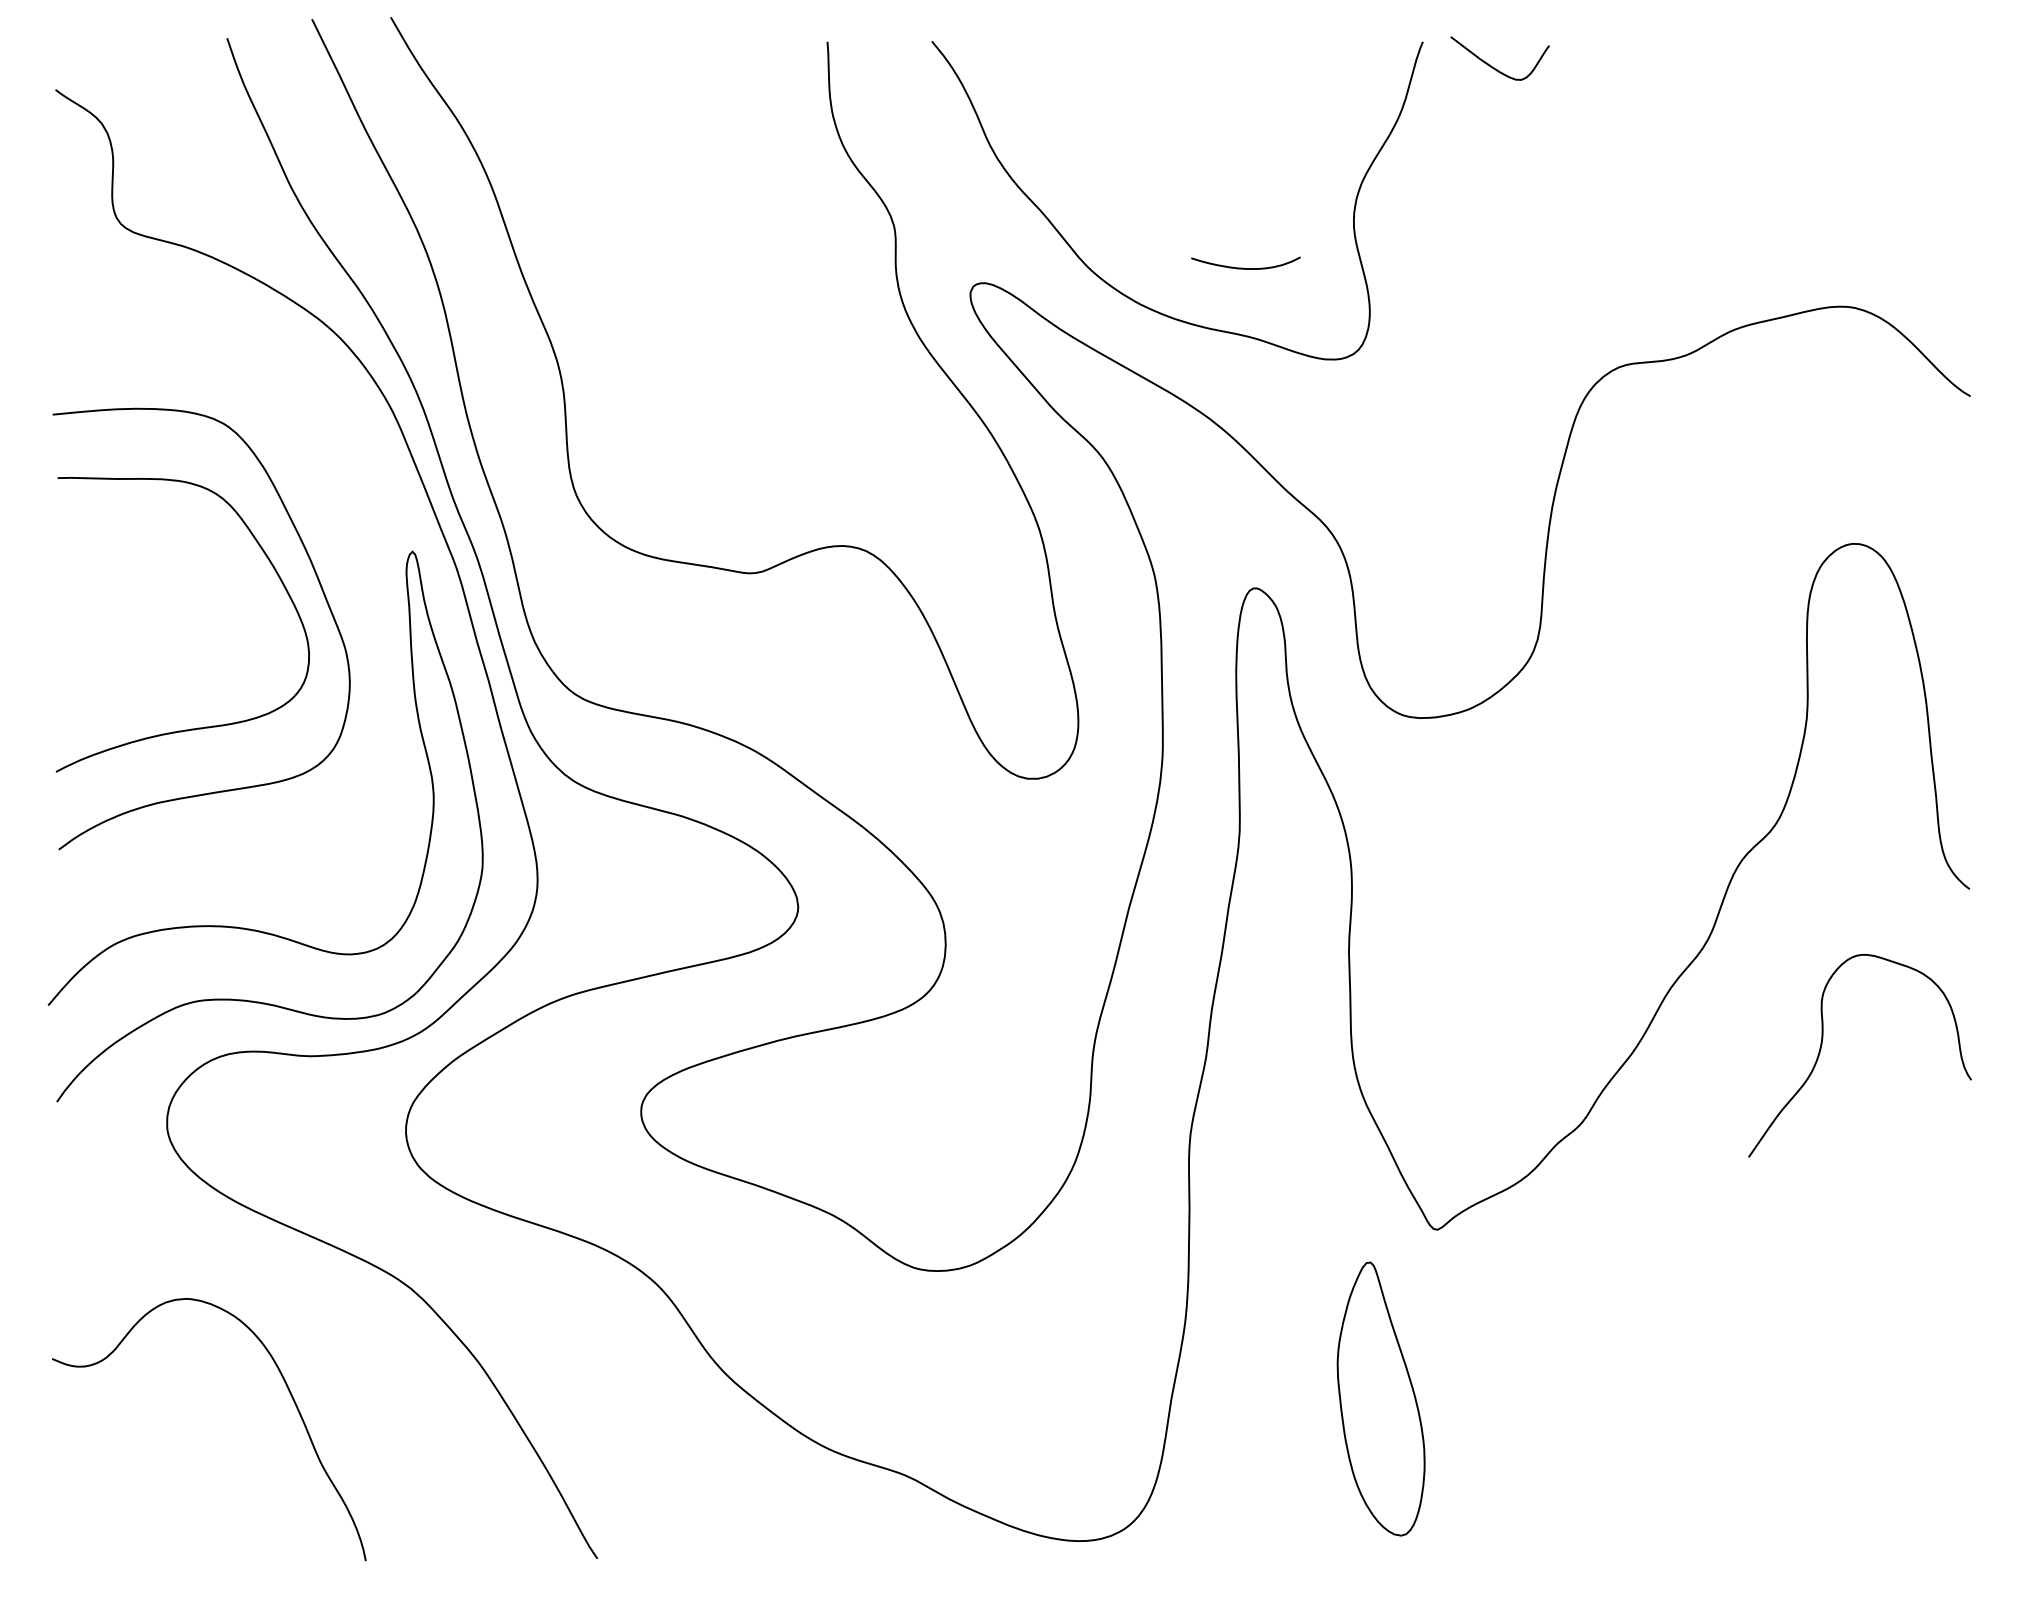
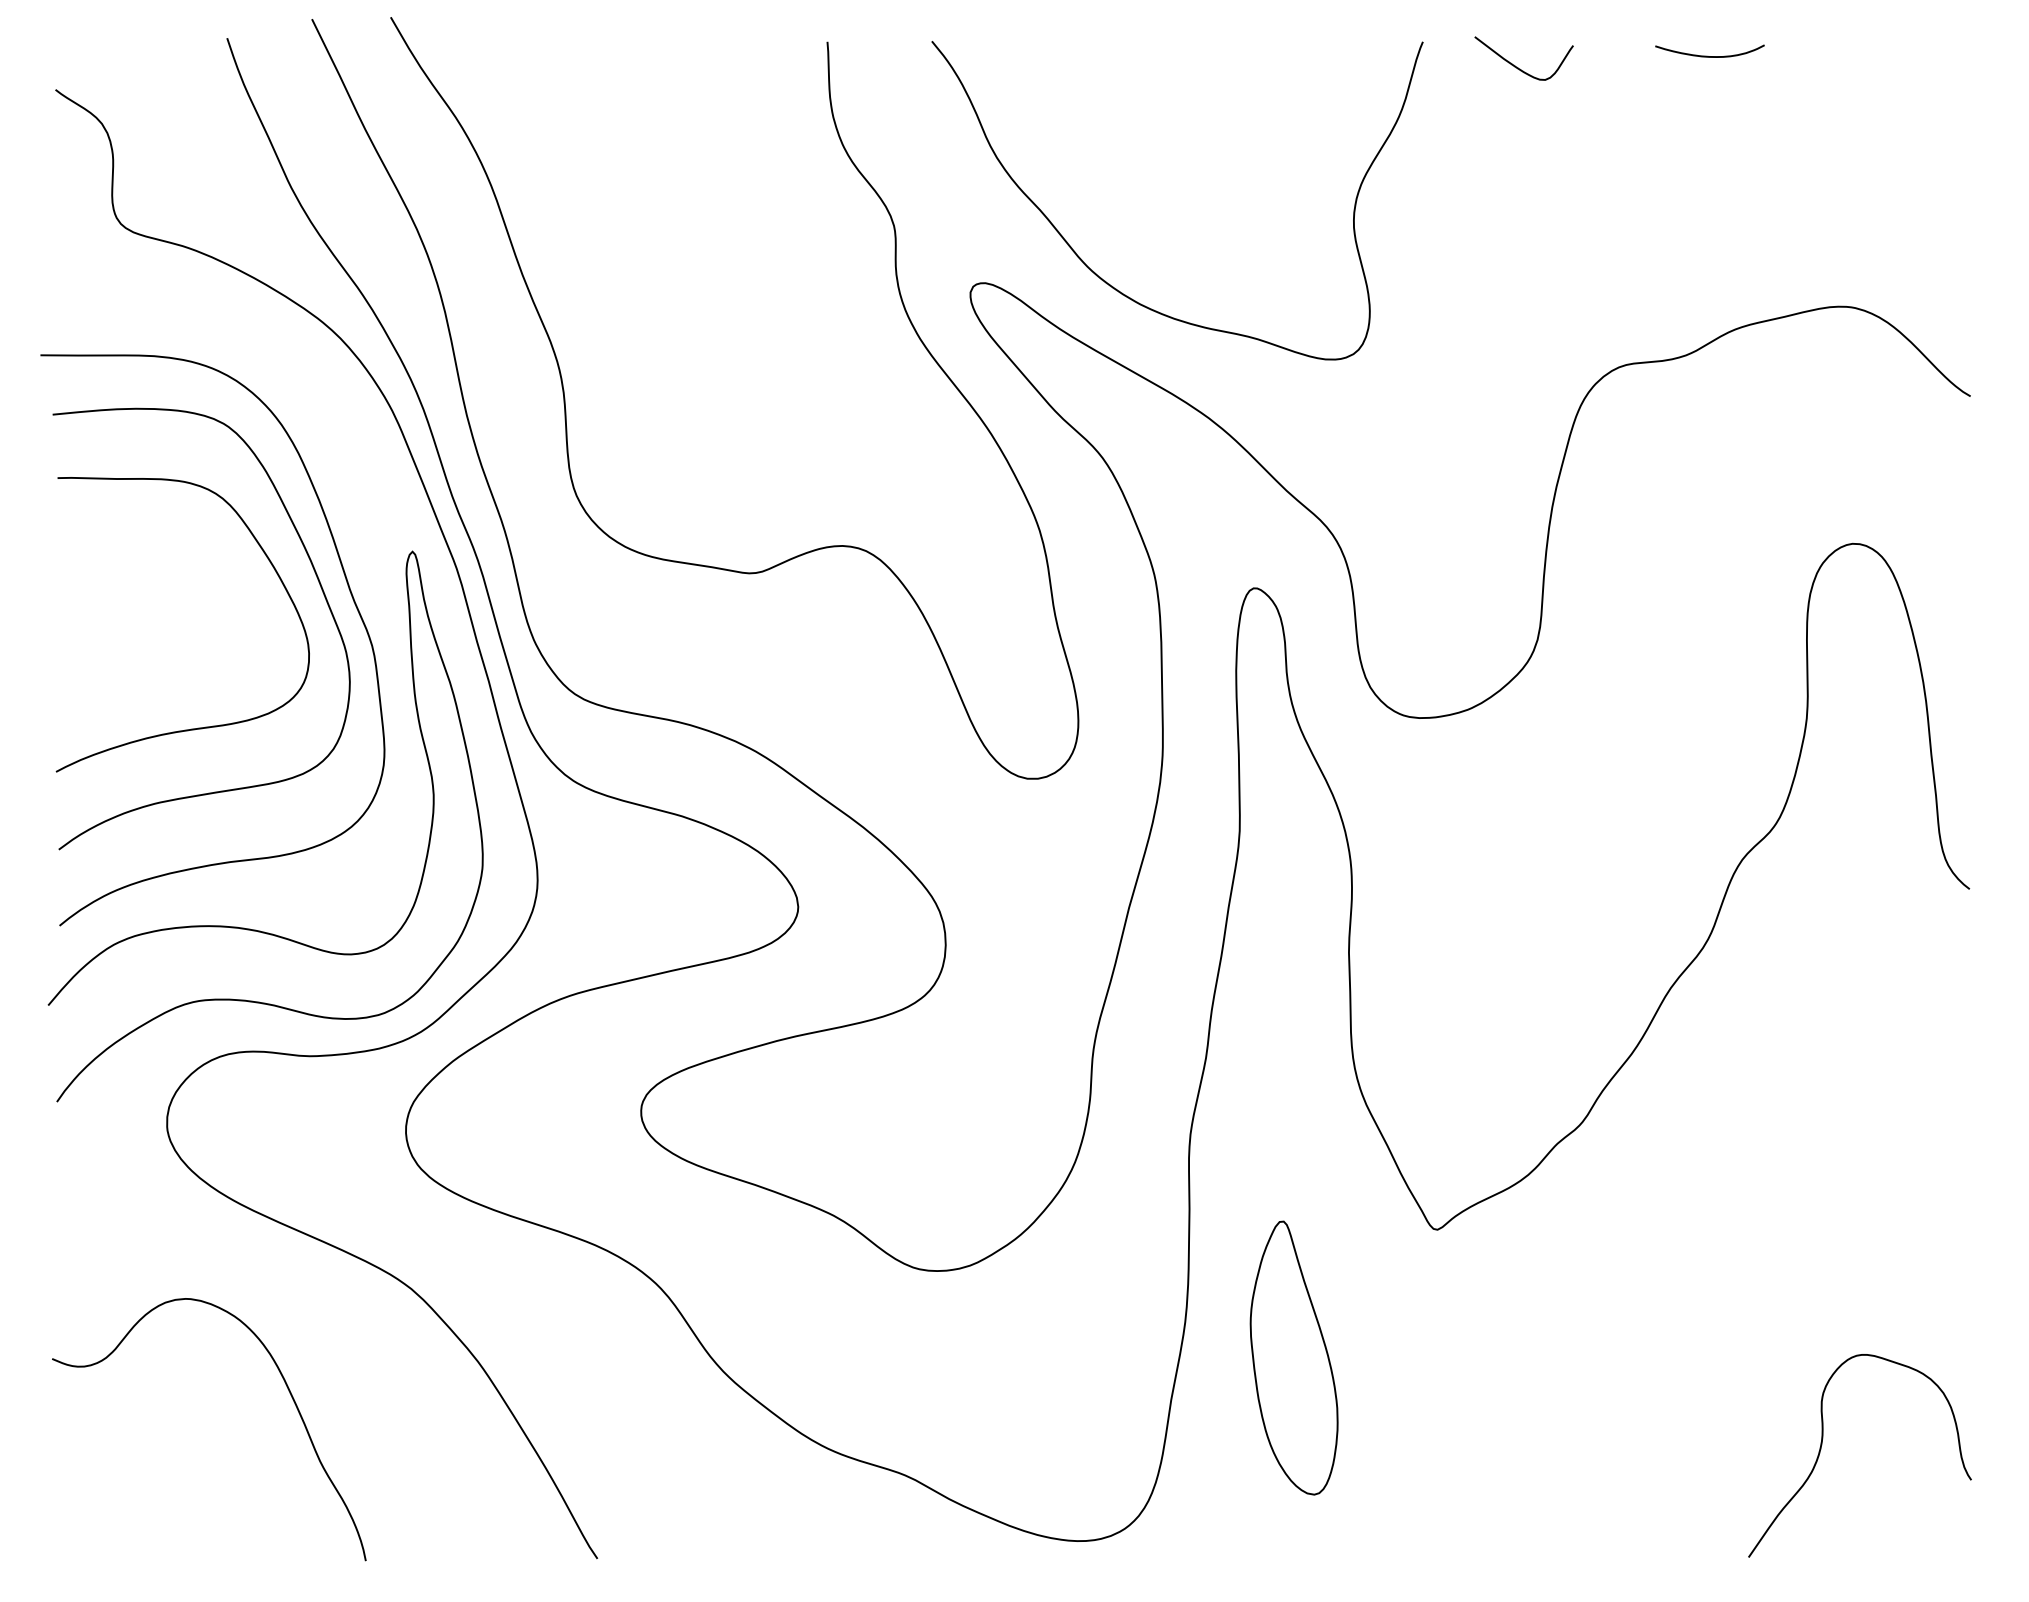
curve at (1494, 67) position: (1494, 67) -> (1518, 67)
curve at (1243, 267) position: (1243, 267) -> (1707, 55)
curve at (350, 594): none -> present
curve at (1822, 1045) position: (1822, 1045) -> (1822, 1445)
part at (1380, 1398) position: (1380, 1398) -> (1293, 1357)
